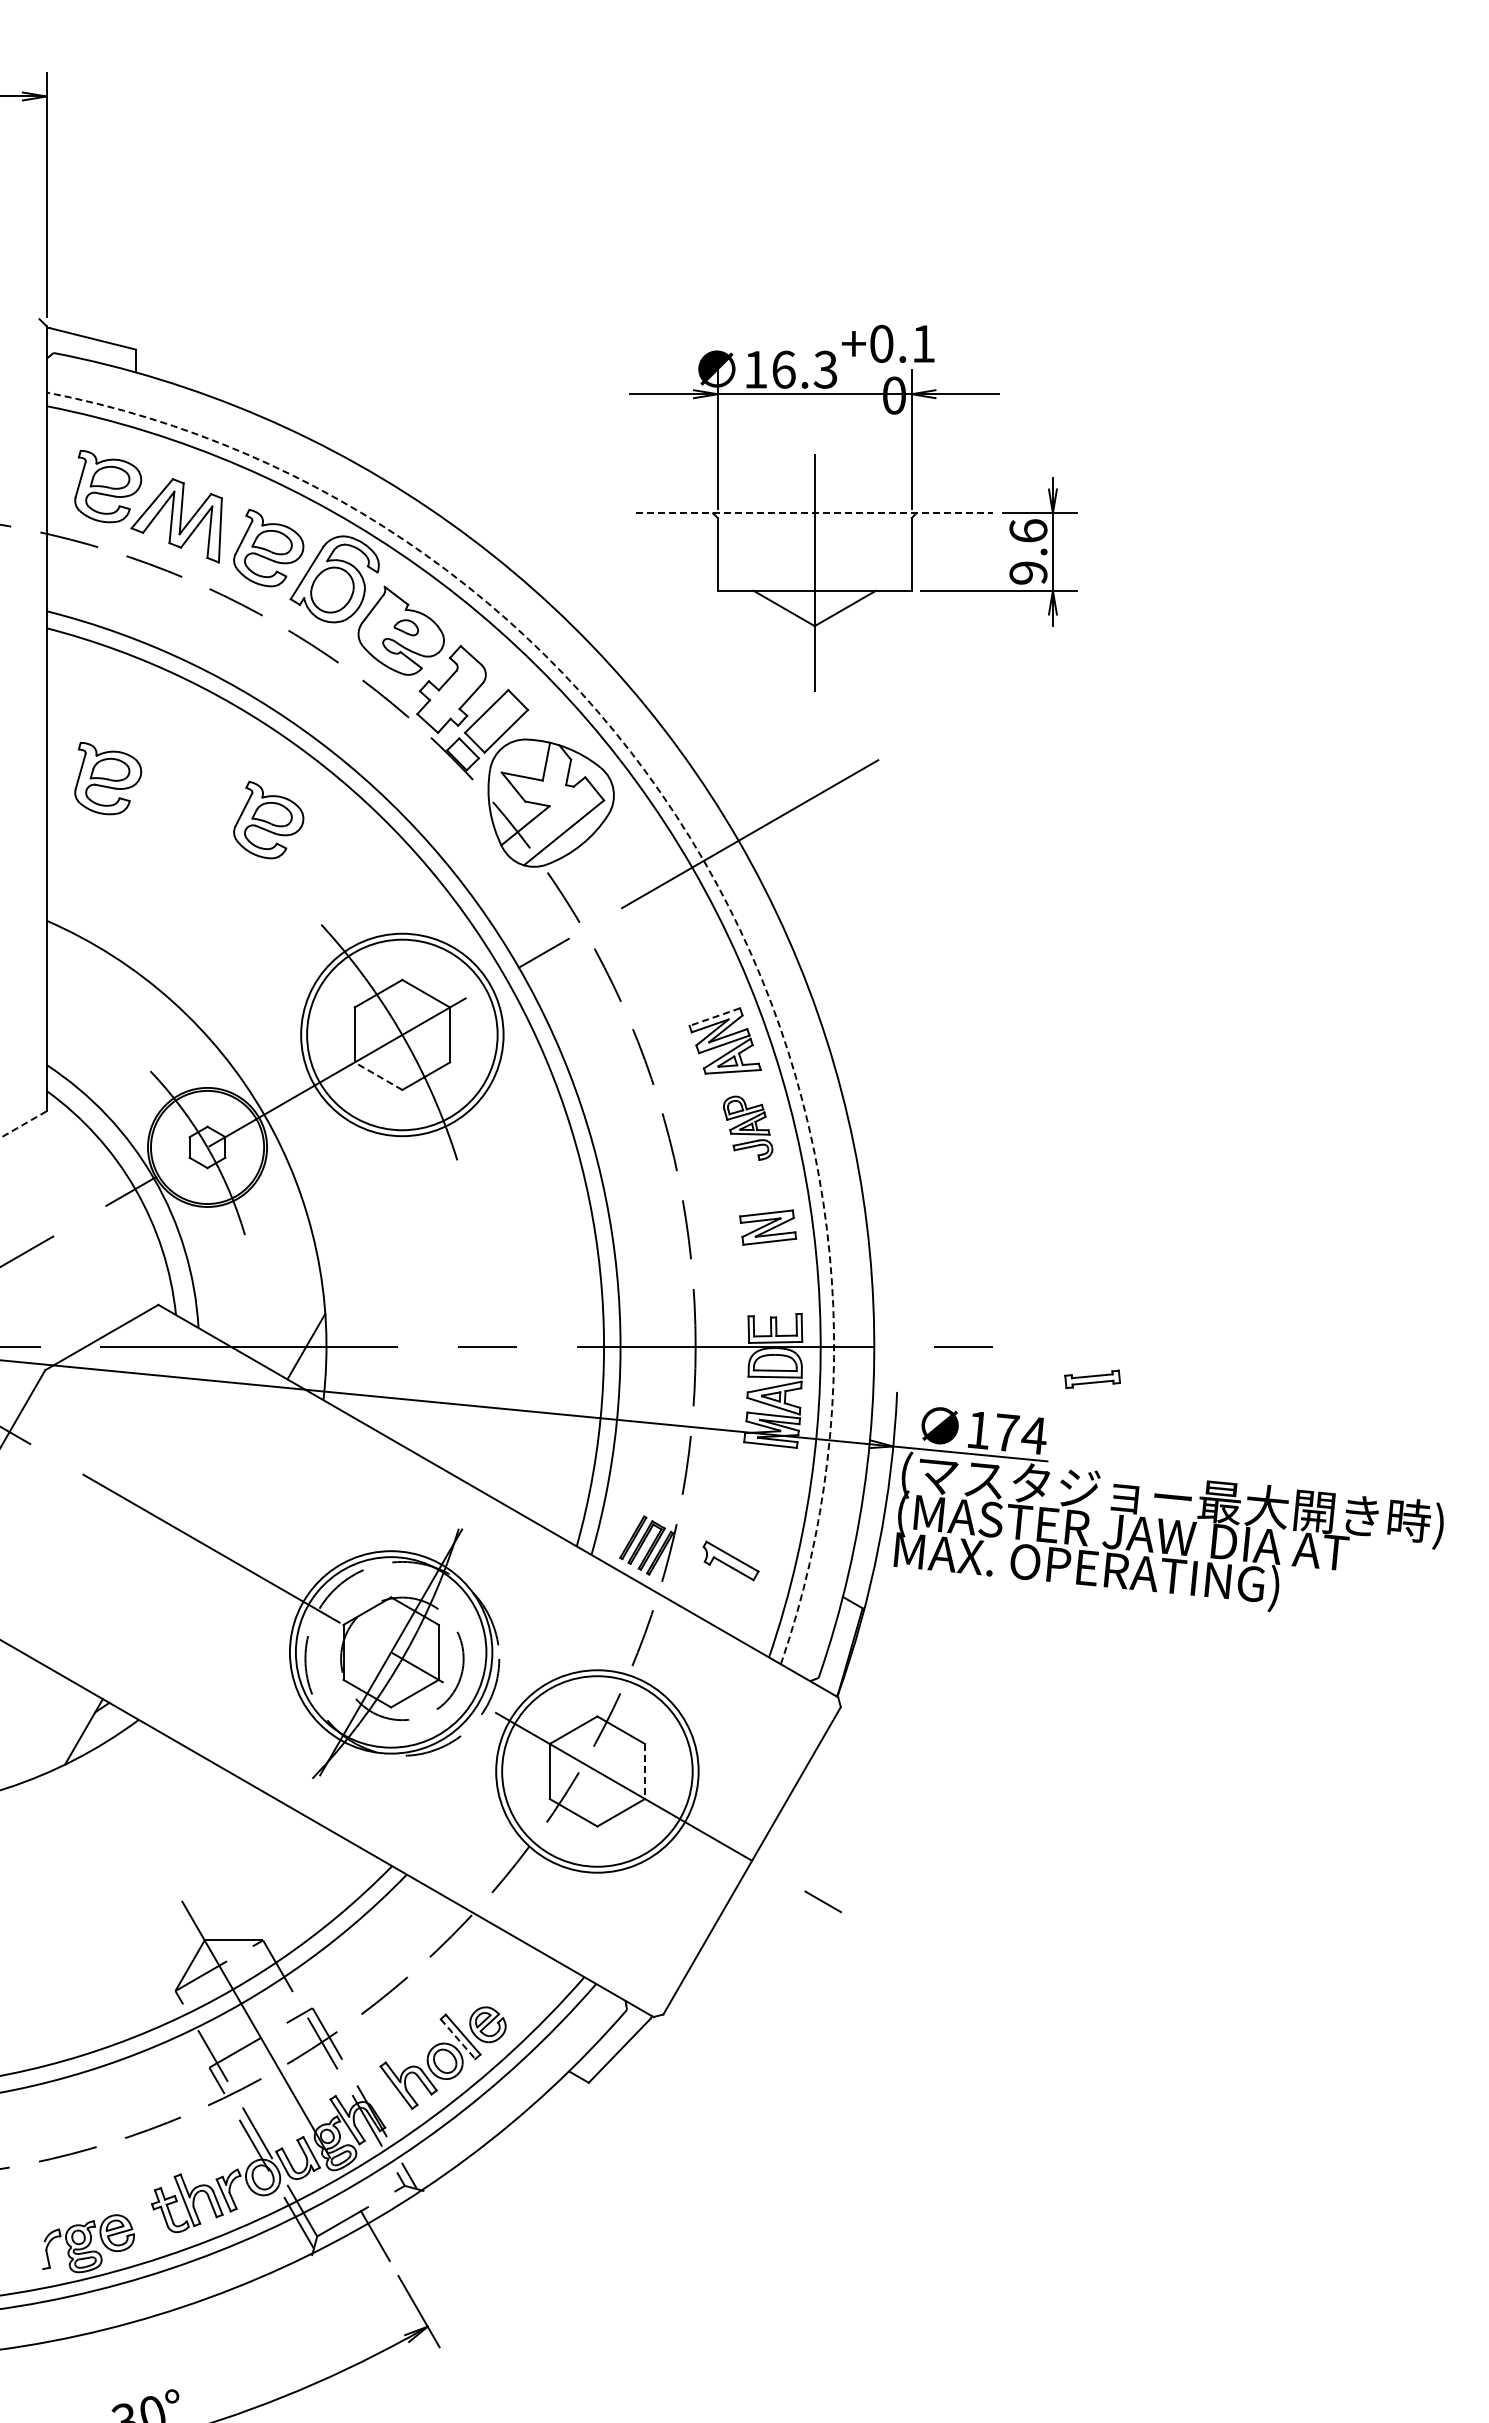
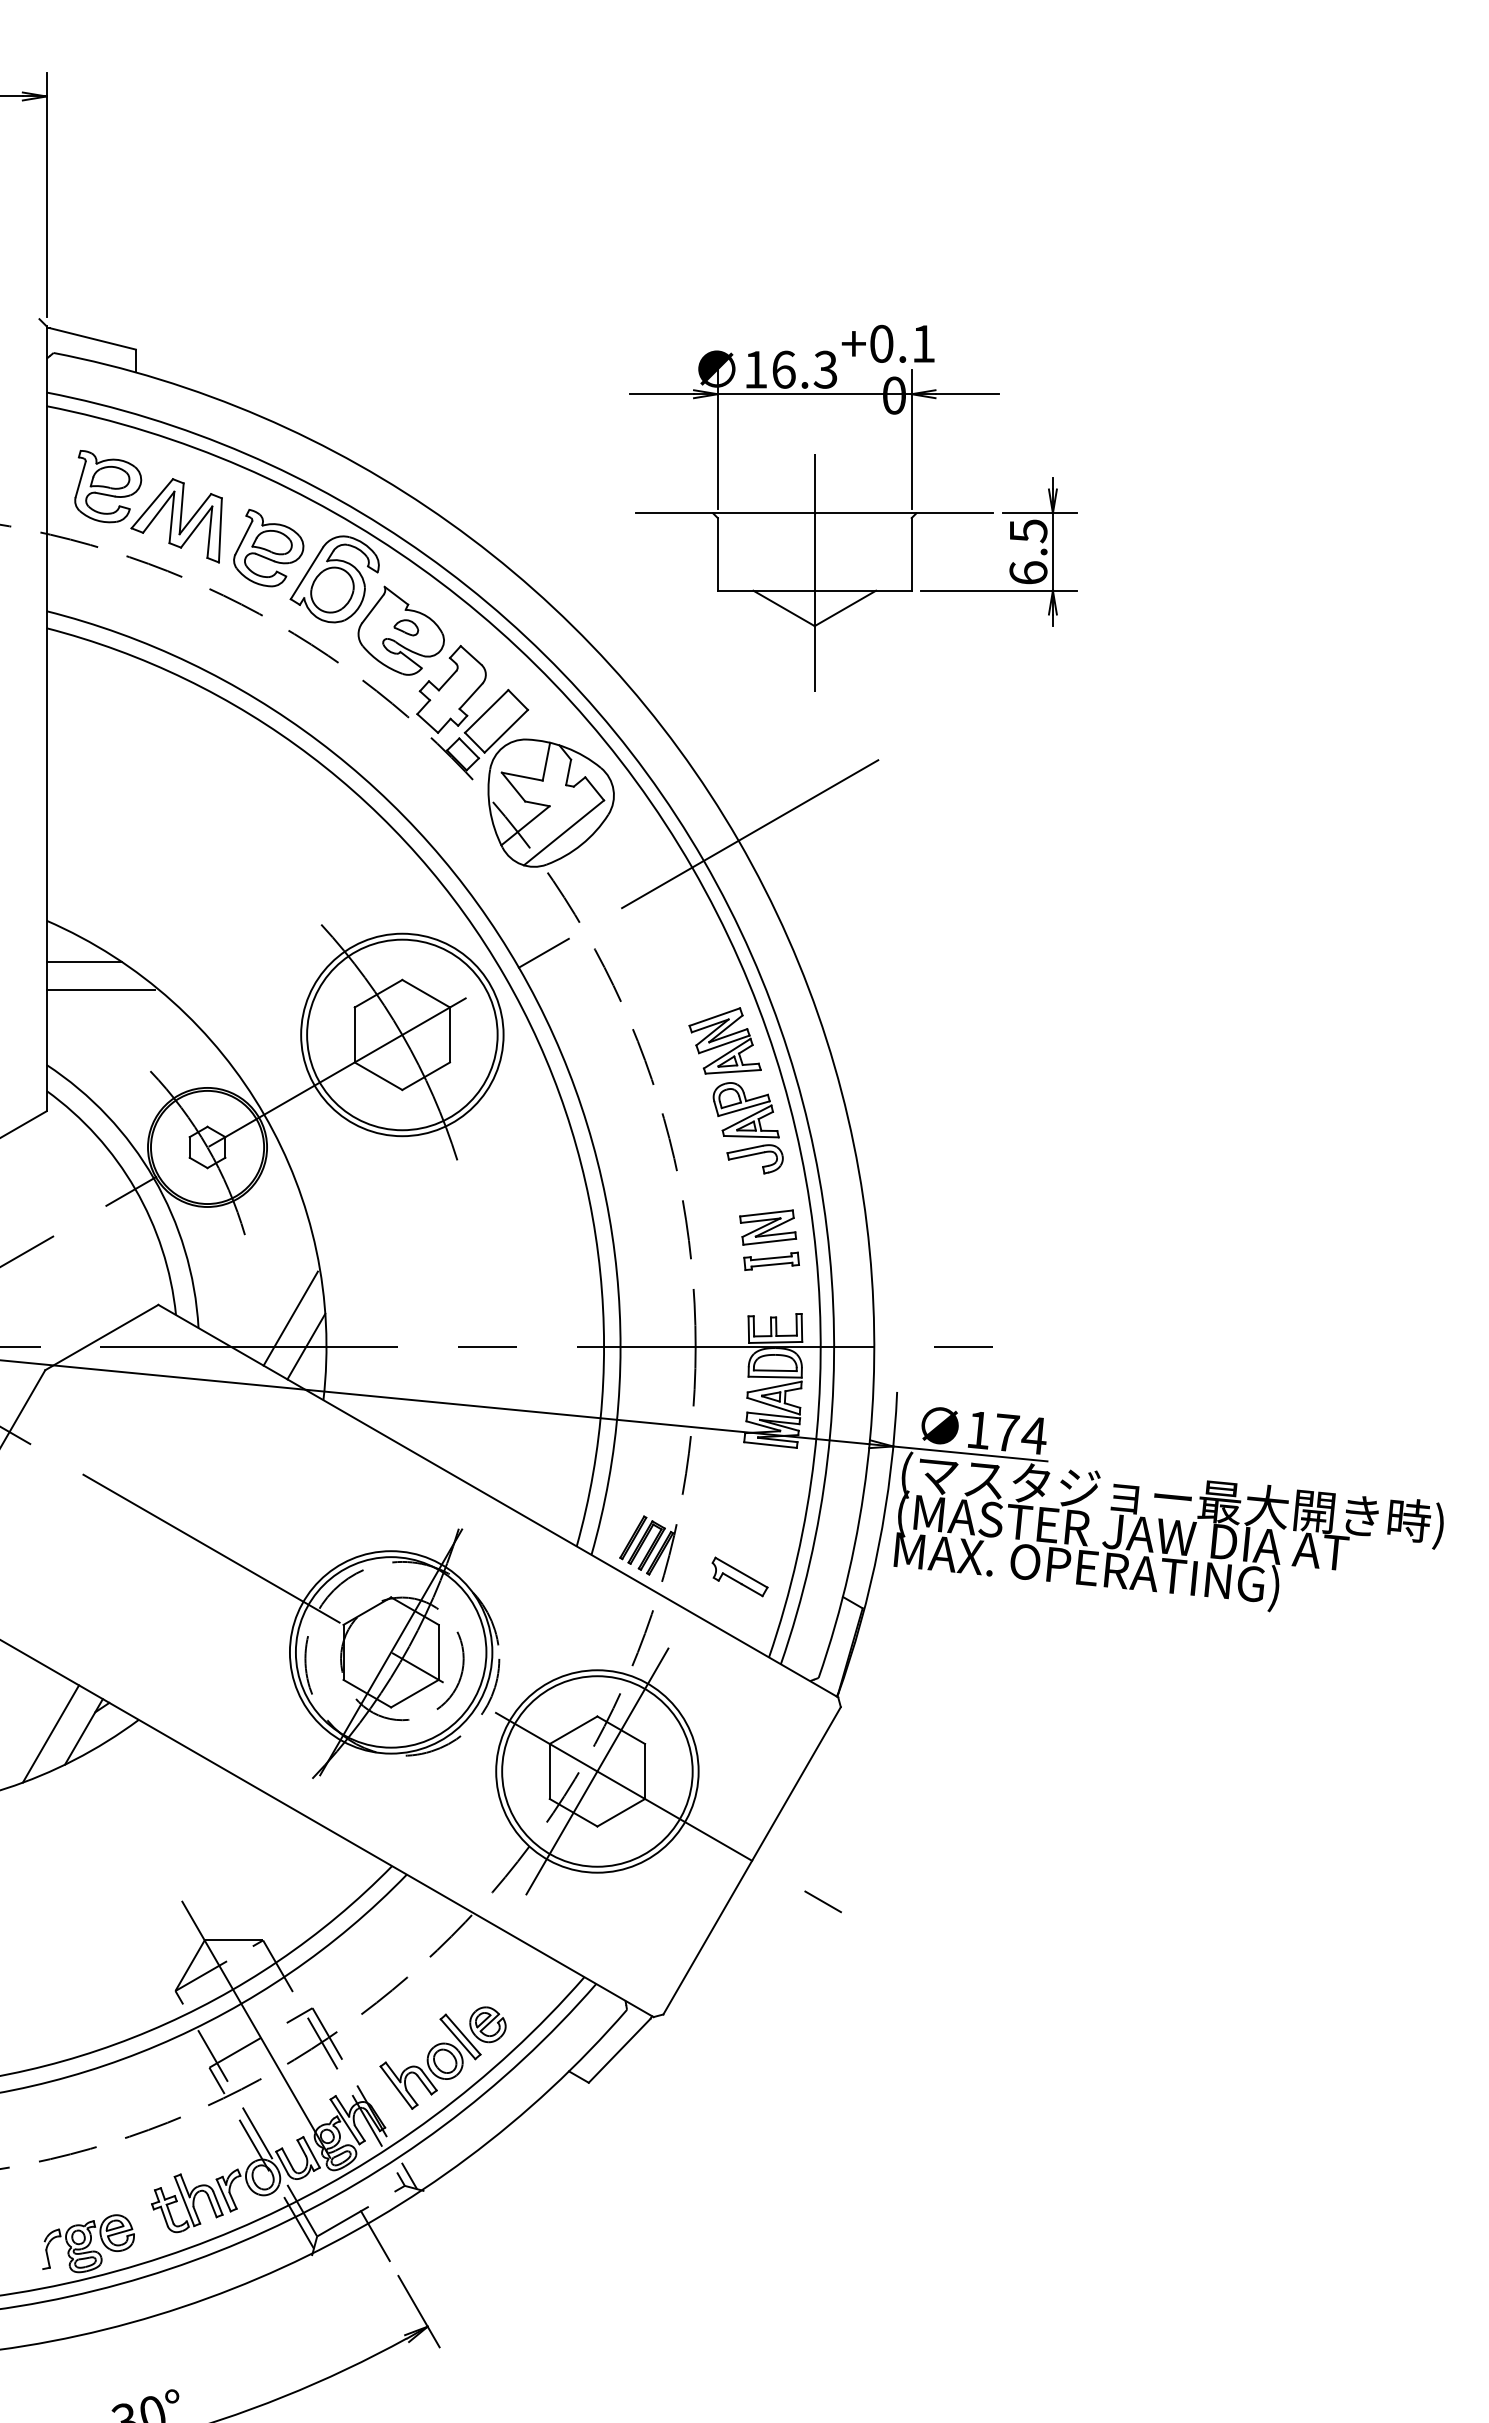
line at (814, 513): dashed -> solid
text at (1028, 551): 9.6 -> 6.5
part at (108, 778): present -> none
part at (268, 820): present -> none
arc at (703, 860): dashed -> solid
line at (84, 962): none -> present
line at (100, 989): none -> present
line at (714, 1017): dashed -> solid
line at (378, 1076): dashed -> solid
line at (23, 1124): dashed -> solid
part at (748, 1127) size: 51x66 px -> 72x93 px
line at (290, 1318): none -> present
part at (1092, 1378) position: (1092, 1378) -> (771, 1260)
part at (730, 1560) position: (730, 1560) -> (739, 1576)
line at (50, 1733): none -> present
line at (596, 1771): none -> present
line at (645, 1771): dashed -> solid
line at (458, 2039): dashed -> solid
